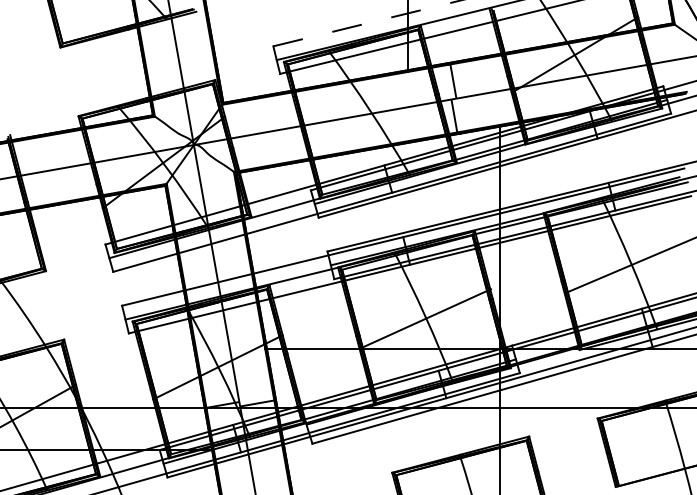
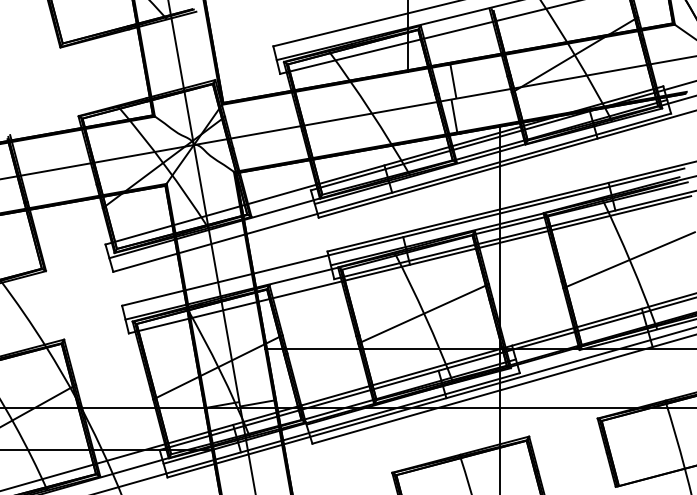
line at (368, 23): dashed -> solid
line at (629, 265) position: (629, 265) -> (628, 260)
line at (425, 318) position: (425, 318) -> (423, 313)
